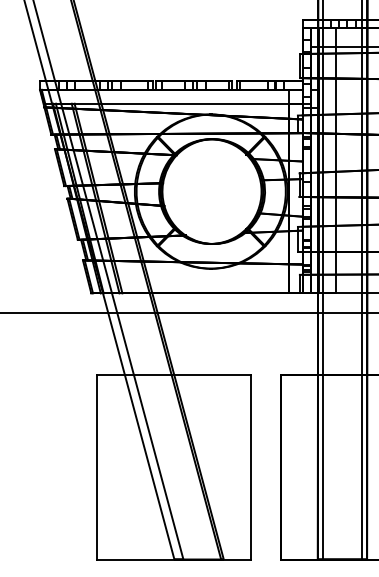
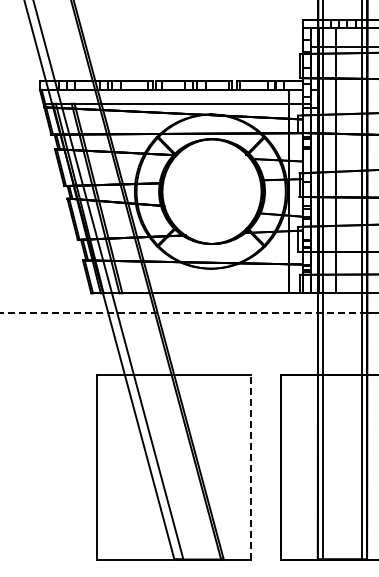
line at (183, 312): solid -> dashed
line at (250, 467): solid -> dashed
